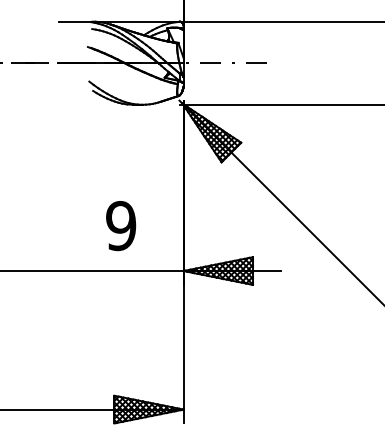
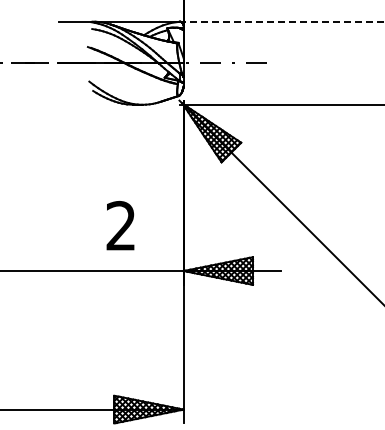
line at (282, 21): solid -> dashed
text at (121, 226): 9 -> 2
